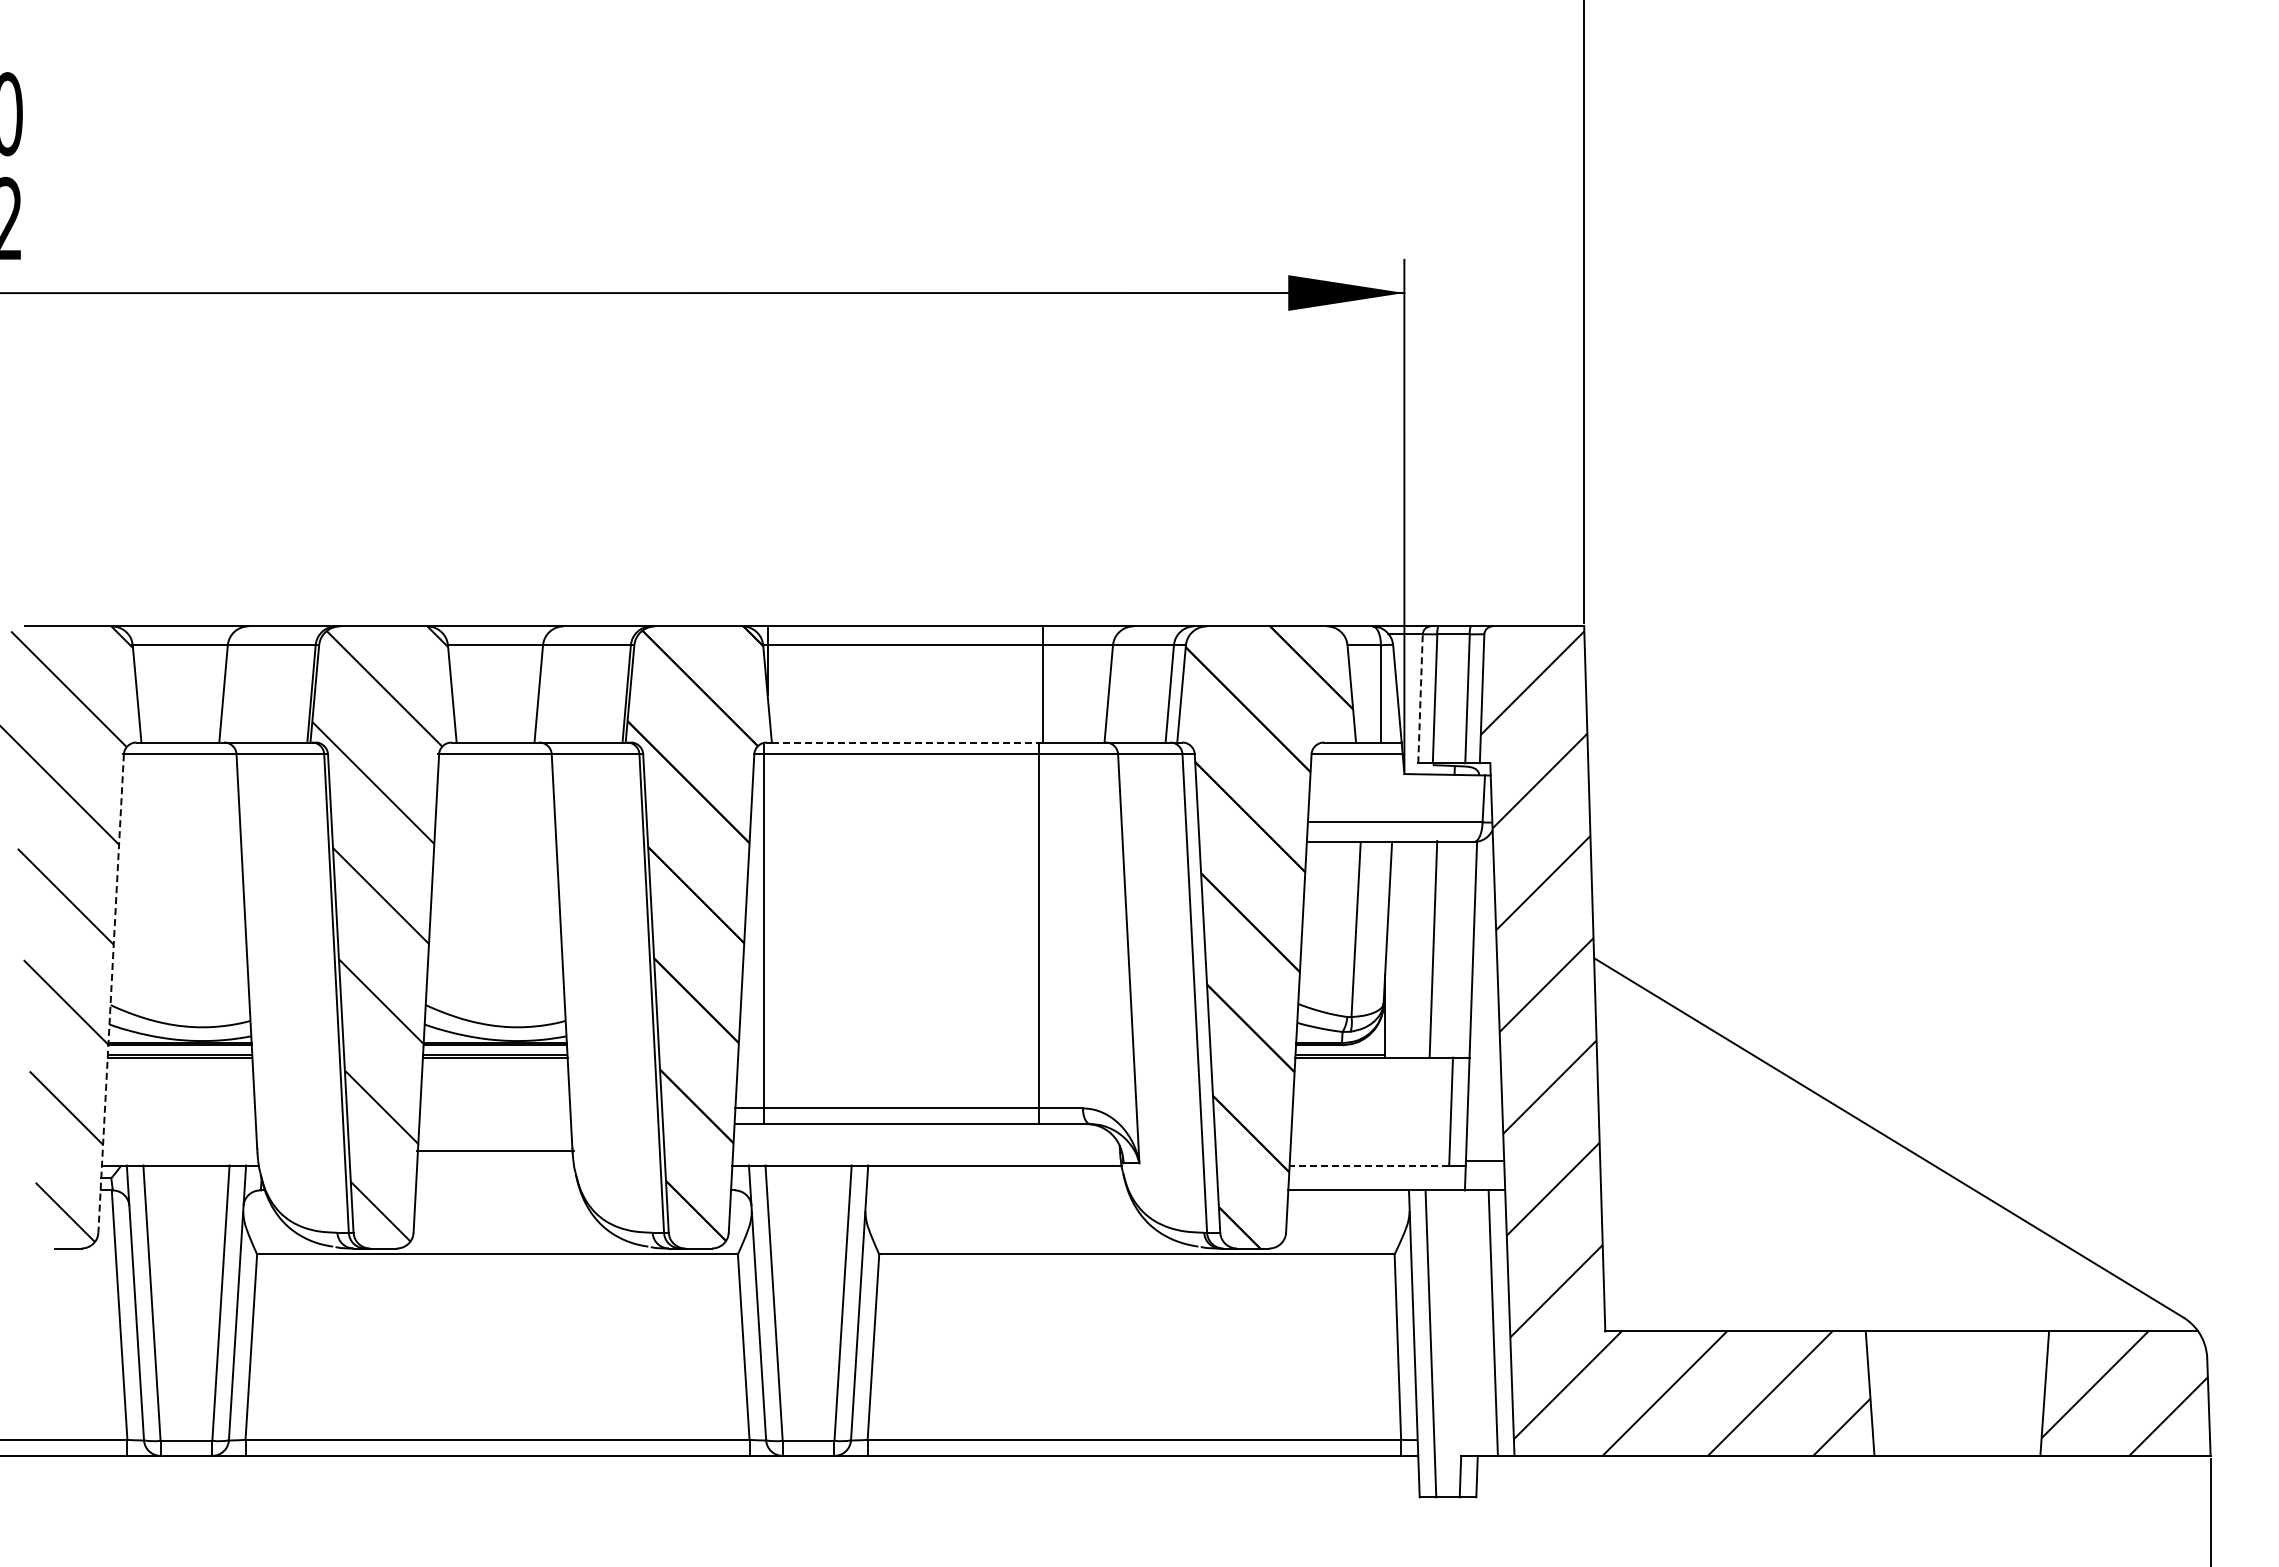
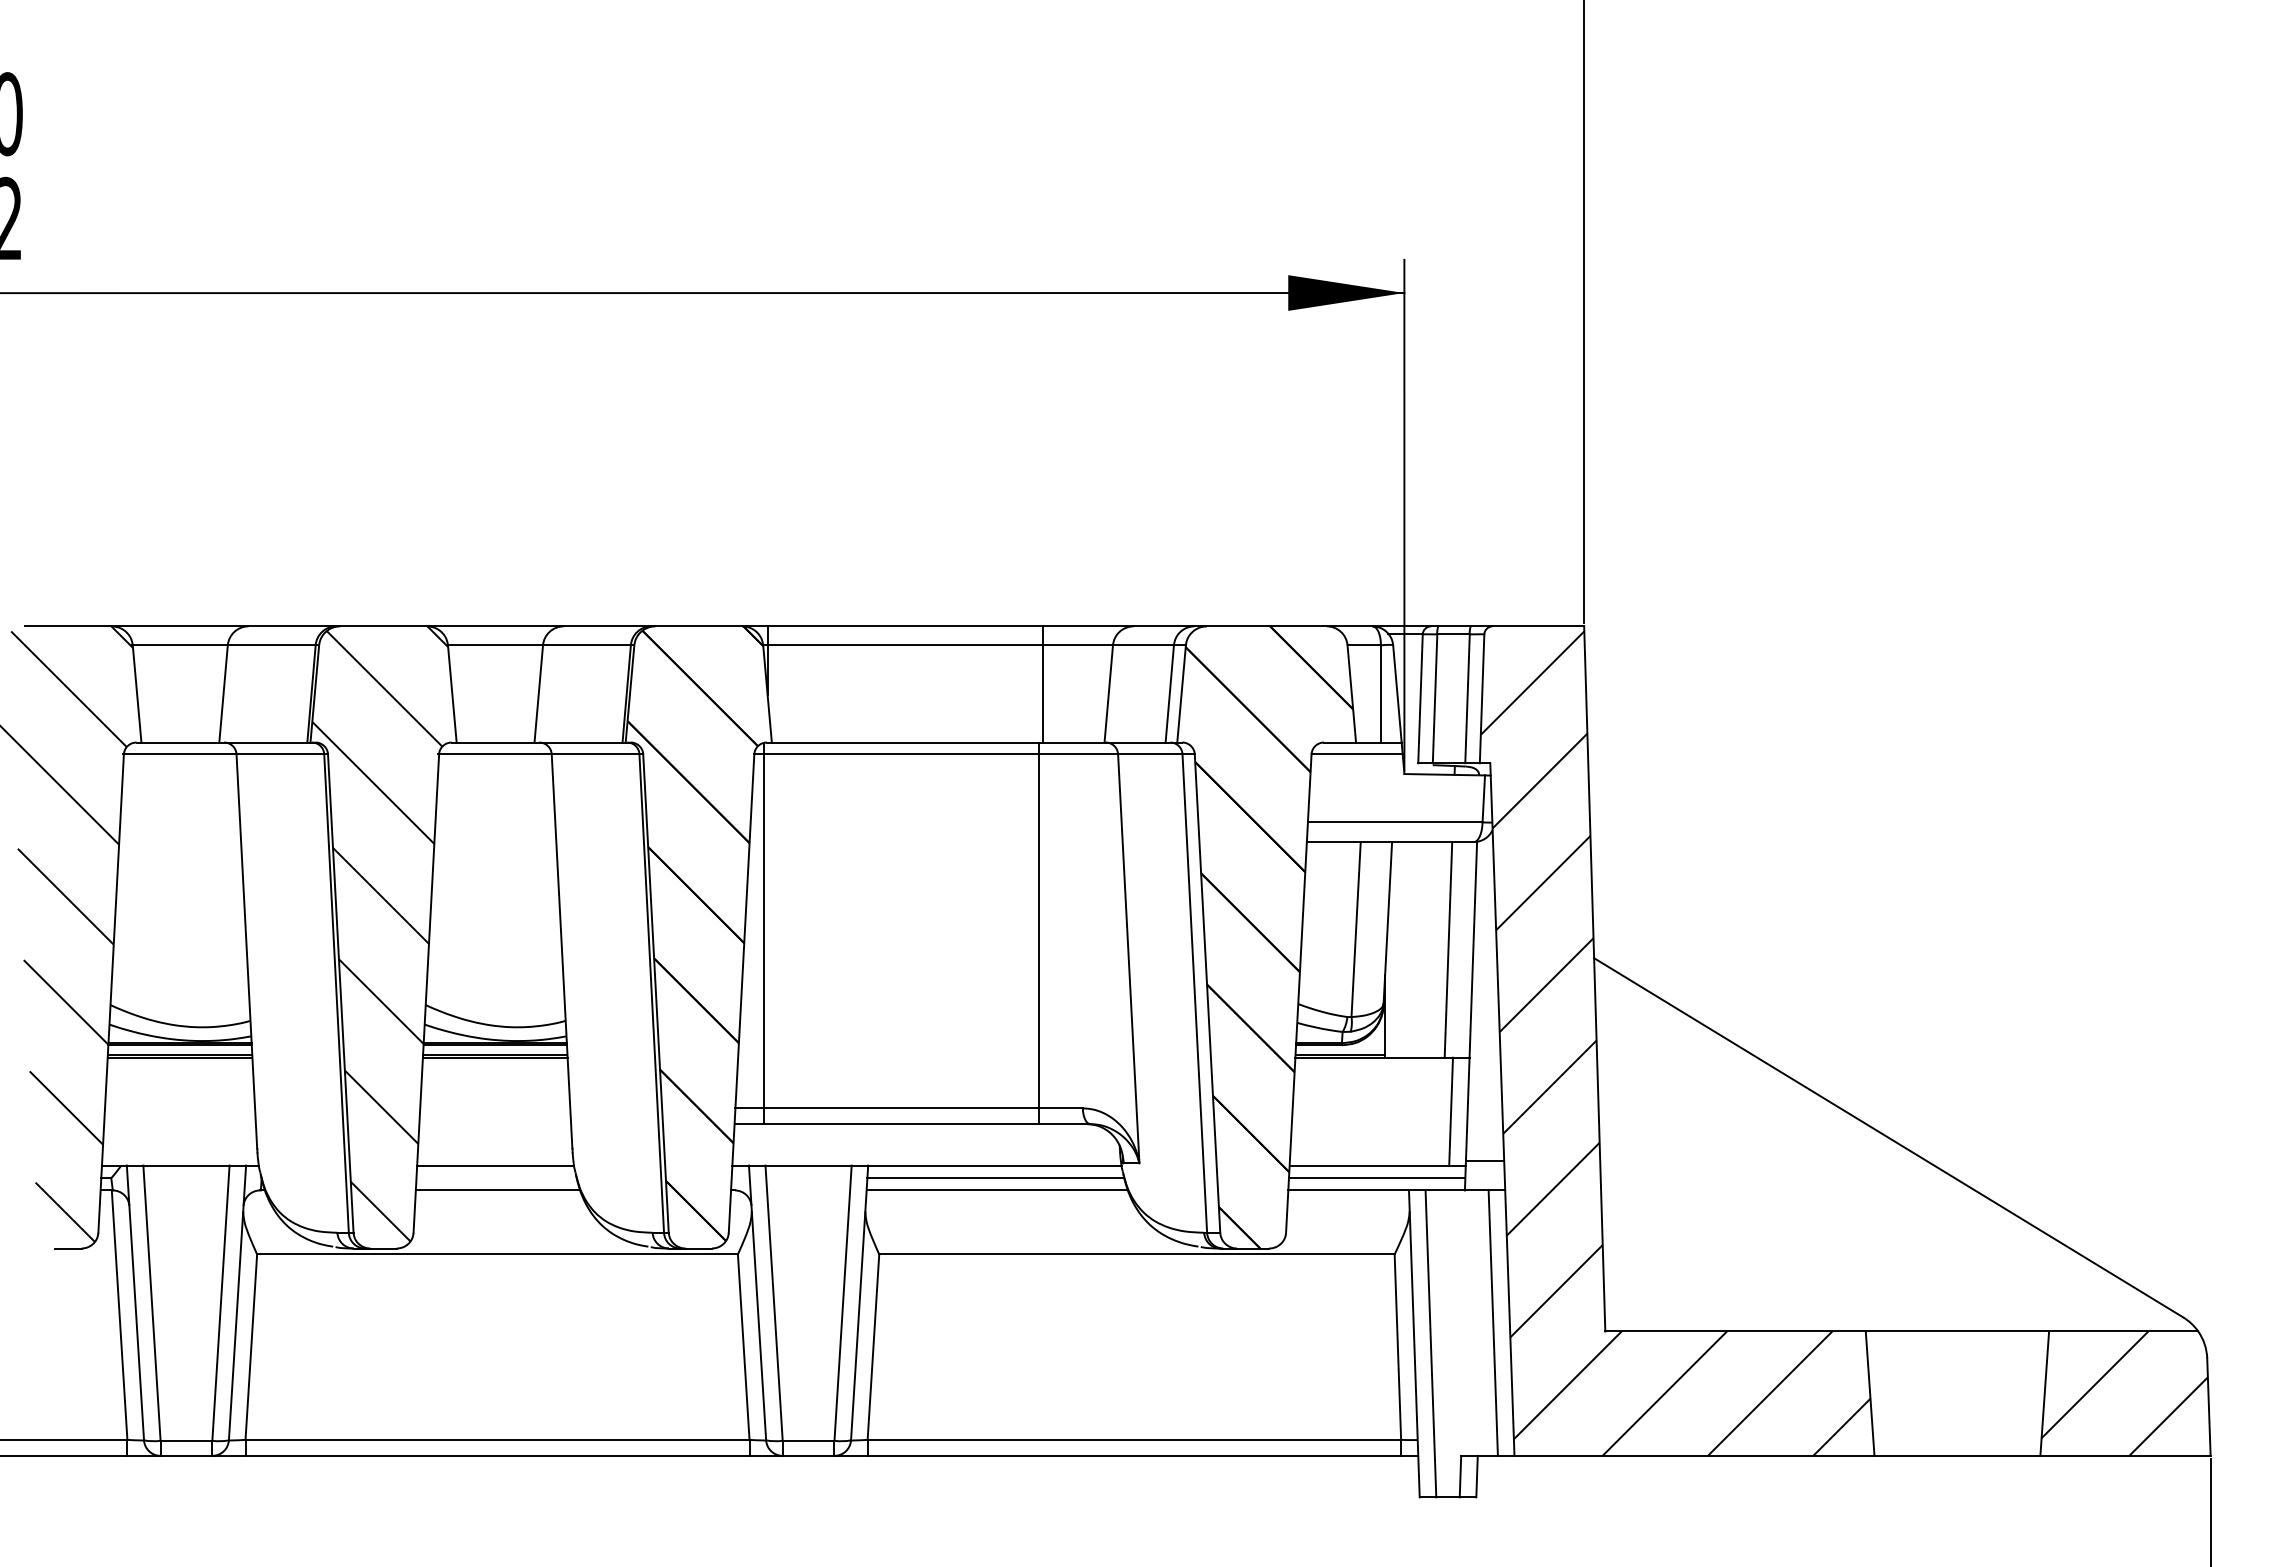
line at (1420, 698): dashed -> solid
line at (906, 742): dashed -> solid
line at (1433, 948) position: (1433, 948) -> (1448, 949)
line at (111, 993): dashed -> solid
line at (495, 1150) position: (495, 1150) -> (495, 1165)
line at (1369, 1165): dashed -> solid
line at (995, 1178): none -> present
line at (1376, 1178): none -> present
line at (497, 1190): none -> present
line at (996, 1190): none -> present
